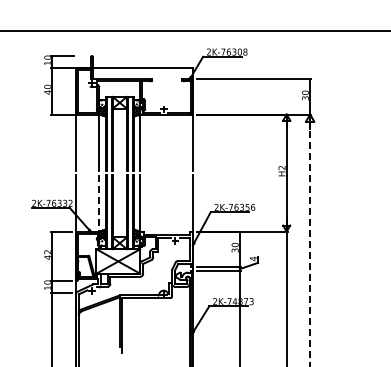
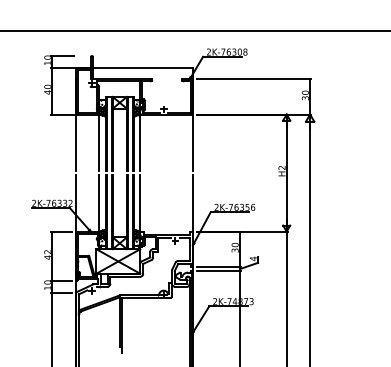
line at (99, 203): dashed -> solid
line at (310, 244): dashed -> solid
